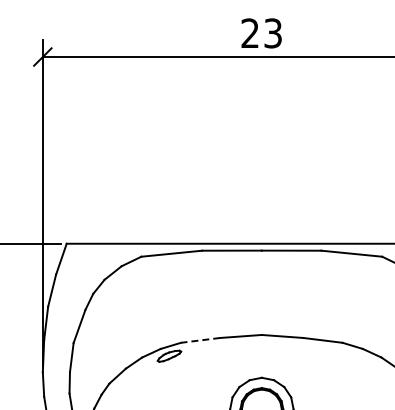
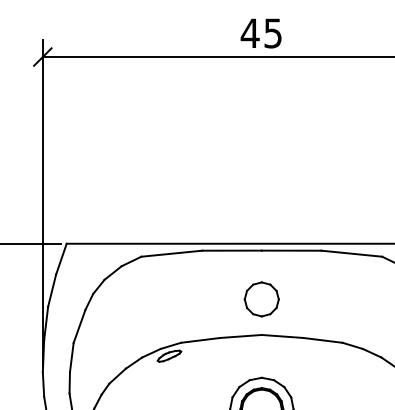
text at (260, 32): 23 -> 45
part at (261, 299): none -> present
line at (200, 340): dashed -> solid
